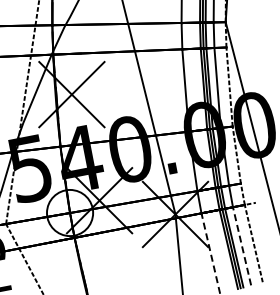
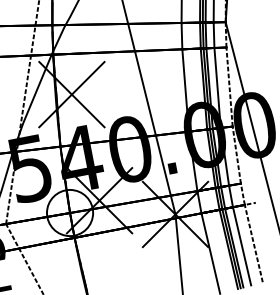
line at (241, 245): dashed -> solid
line at (210, 253): dashed -> solid
